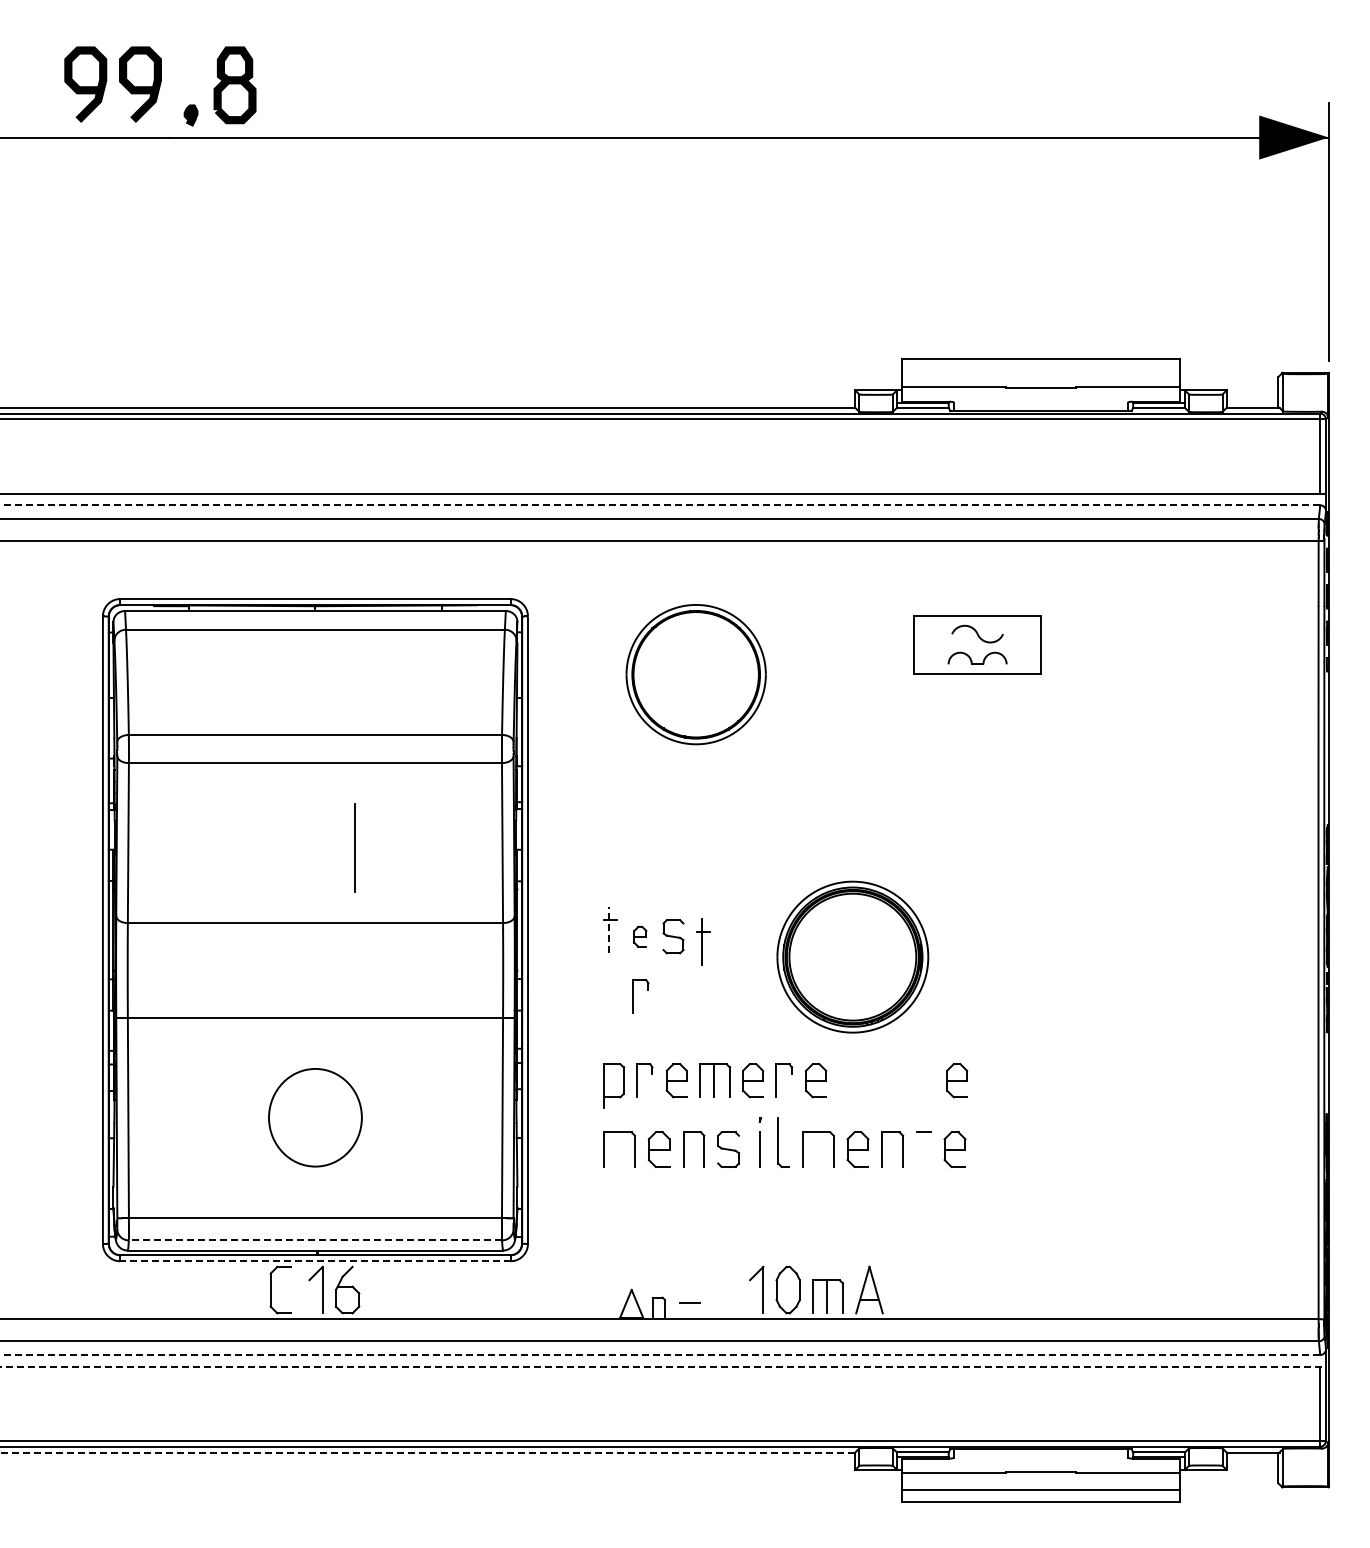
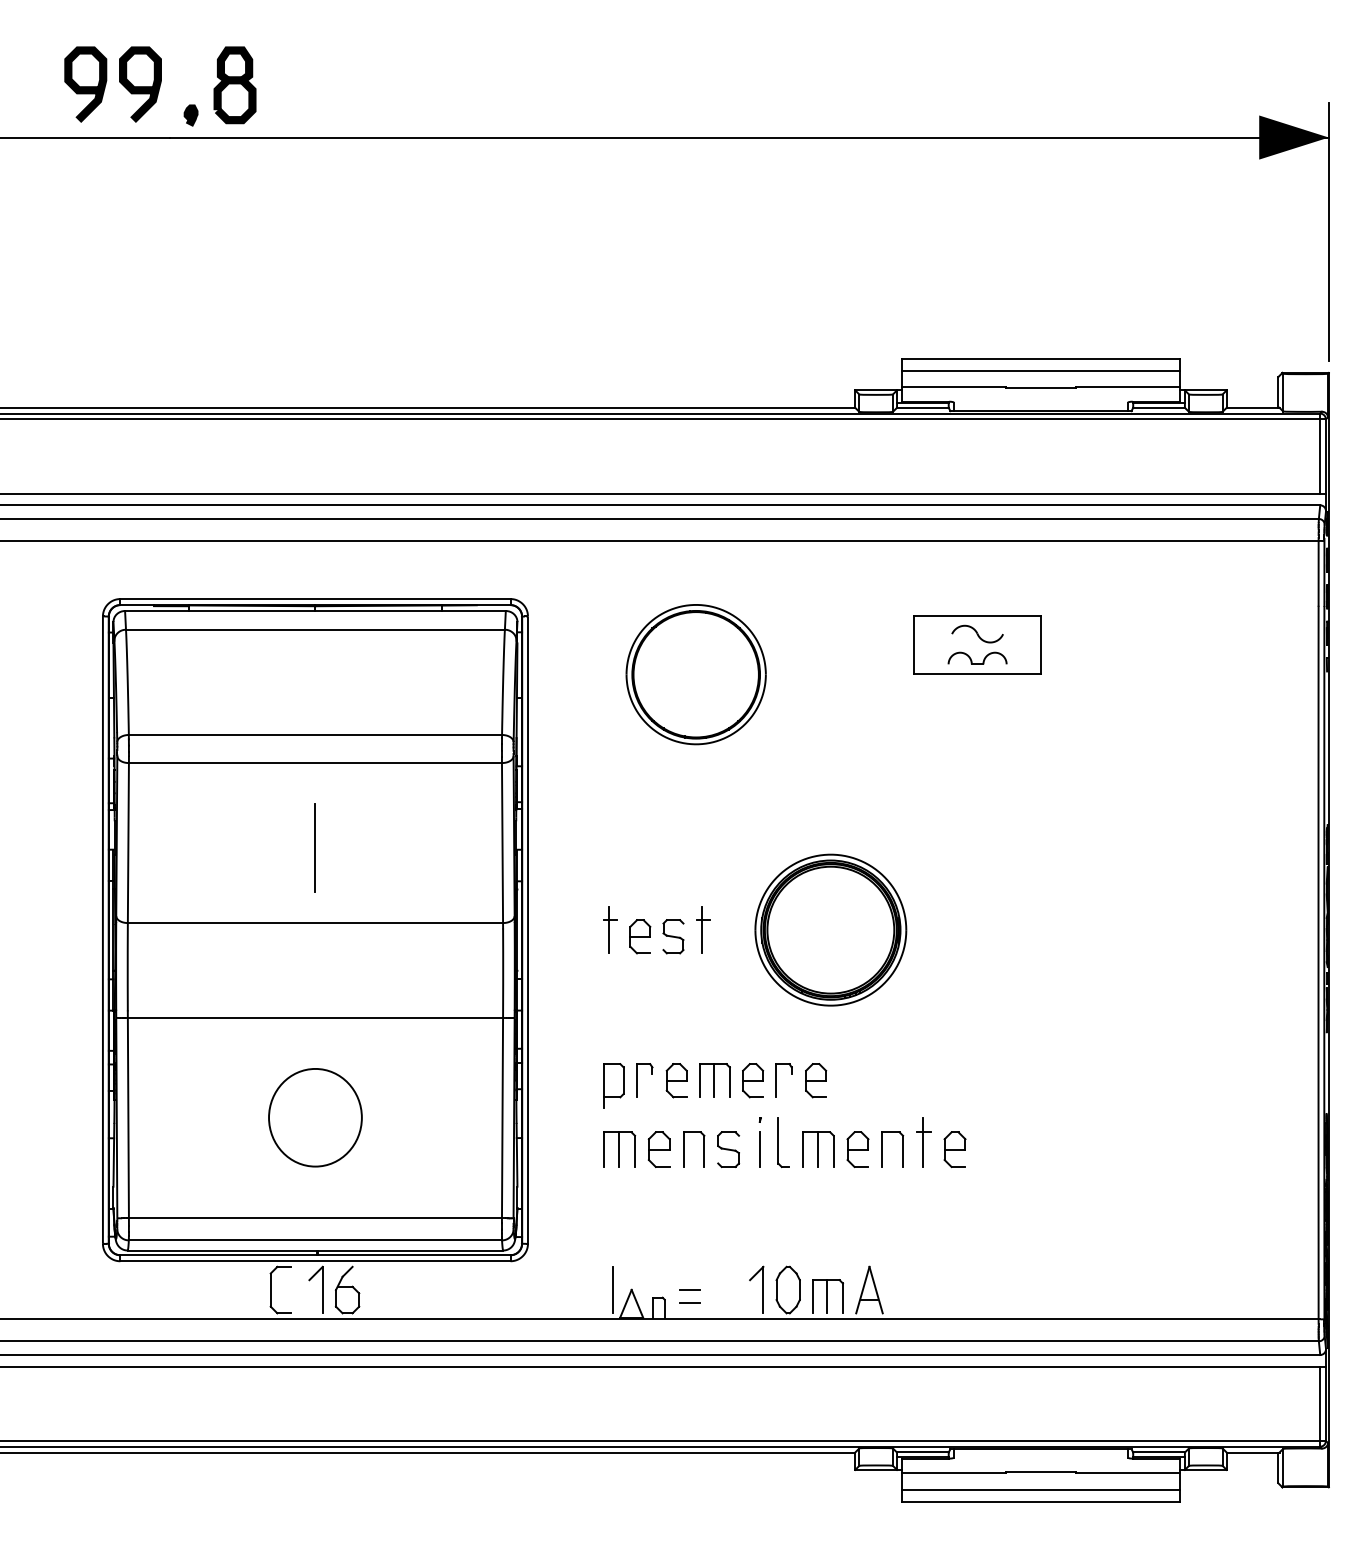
line at (1040, 370): none -> present
line at (660, 505): dashed -> solid
line at (354, 847) position: (354, 847) -> (314, 847)
line at (609, 929): dashed -> solid
part at (640, 936) size: 15x23 px -> 23x36 px
part at (703, 941) position: (703, 941) -> (703, 929)
part at (852, 956) position: (852, 956) -> (830, 929)
part at (633, 996): present -> none
part at (957, 1080): present -> none
line at (922, 1142): none -> present
line at (618, 1149): none -> present
line at (817, 1149): none -> present
line at (315, 1240): dashed -> solid
line at (314, 1261): dashed -> solid
line at (612, 1289): none -> present
line at (689, 1289): none -> present
line at (660, 1355): dashed -> solid
line at (663, 1366): dashed -> solid
line at (427, 1452): dashed -> solid
